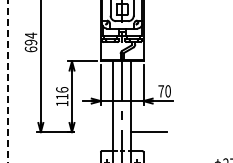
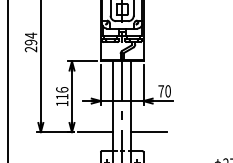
text at (30, 49): 694 -> 294
line at (8, 81): dashed -> solid
line at (95, 132): none -> present
